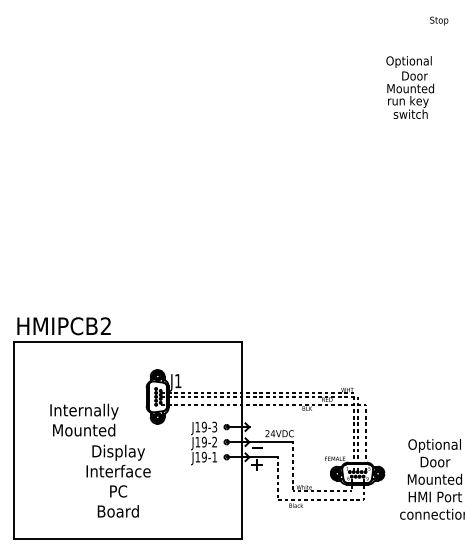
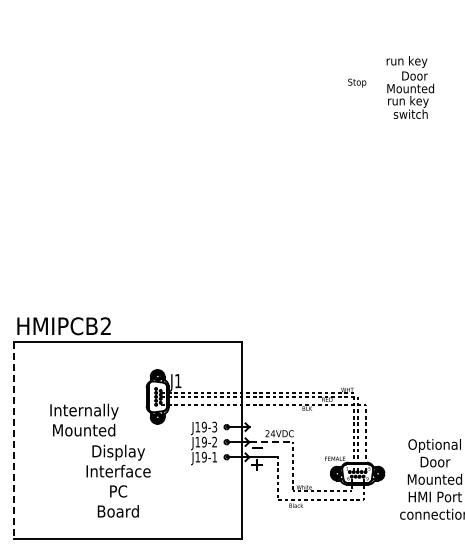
text at (439, 20) position: (439, 20) -> (357, 82)
text at (408, 61): Optional -> run key
line at (14, 440): solid -> dashed
line at (271, 442): solid -> dashed
